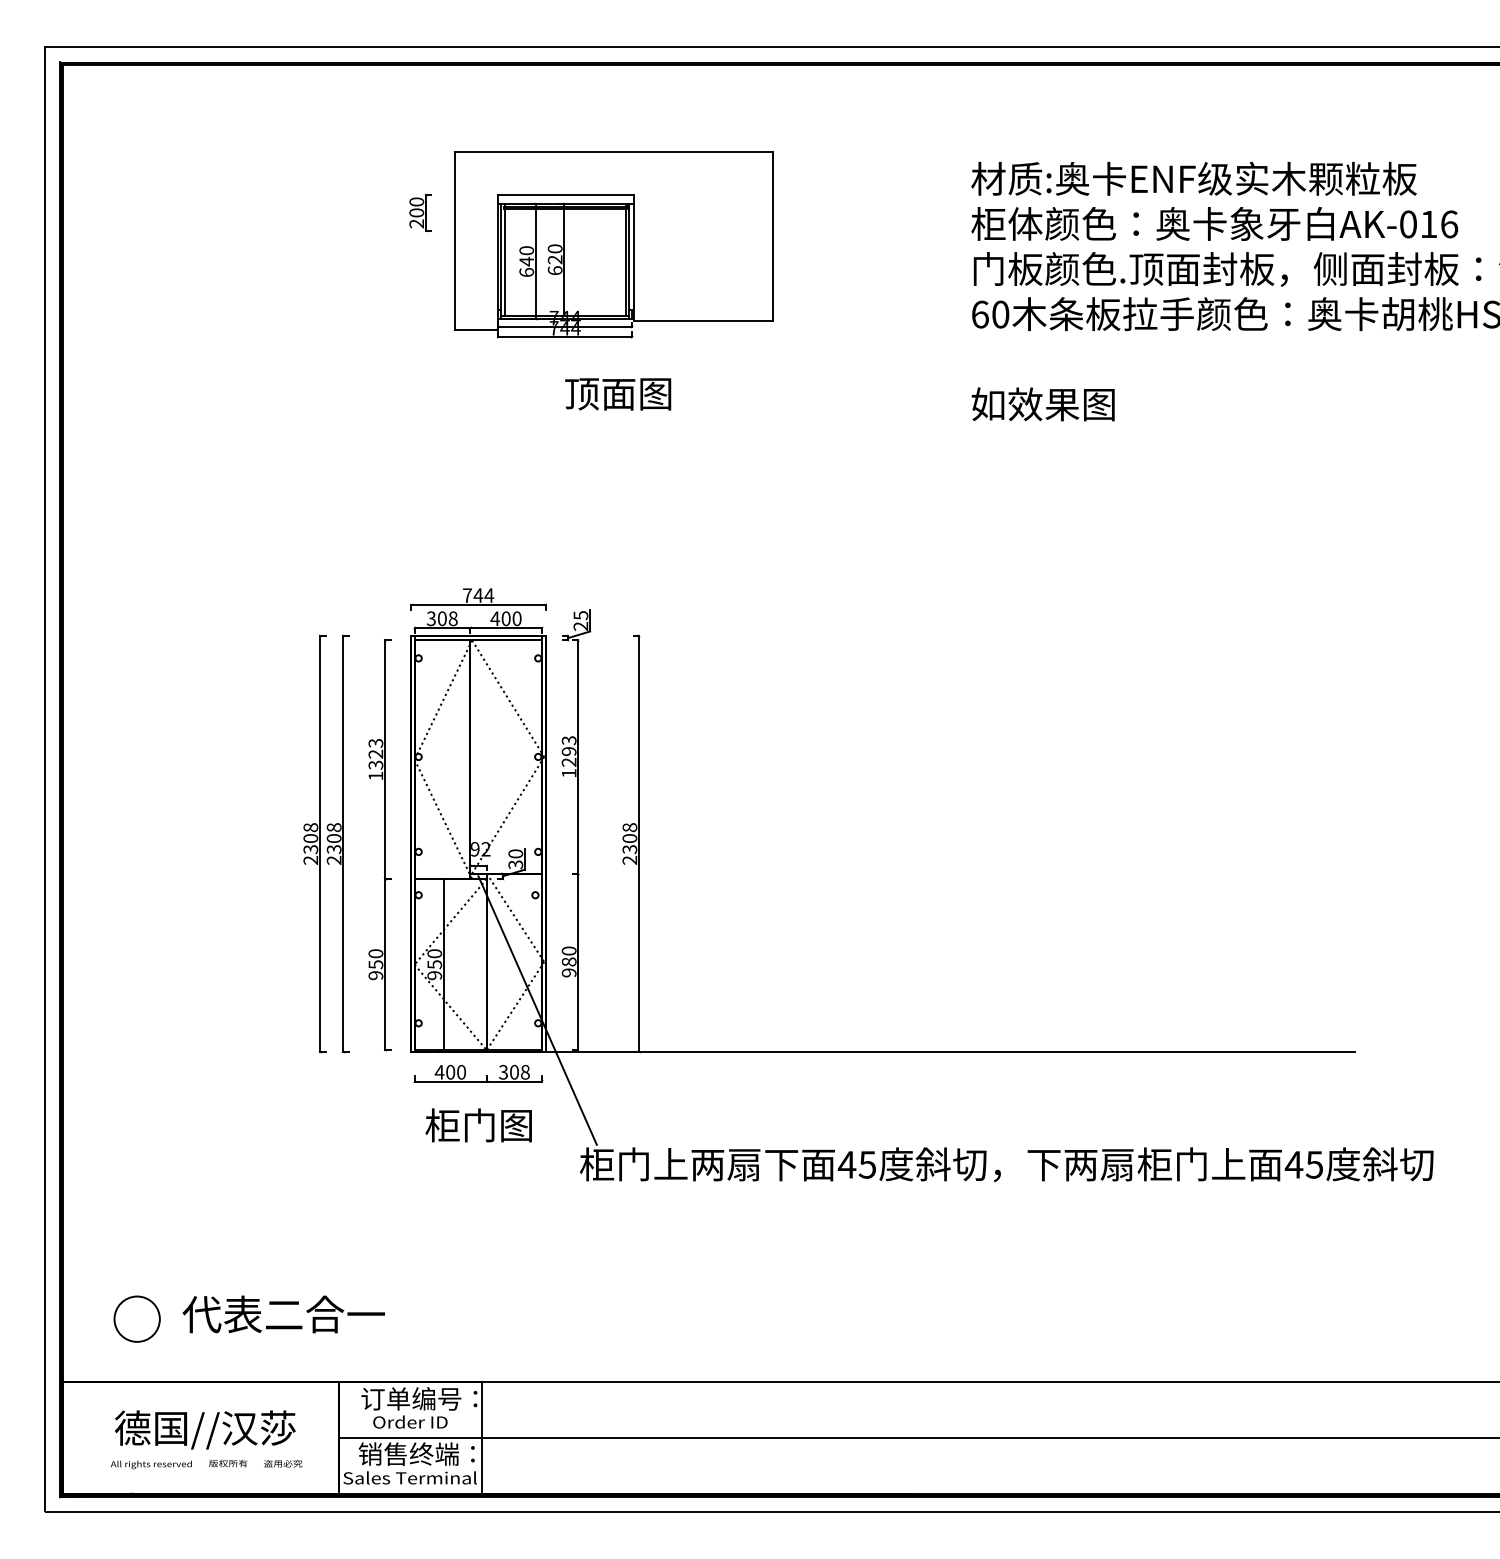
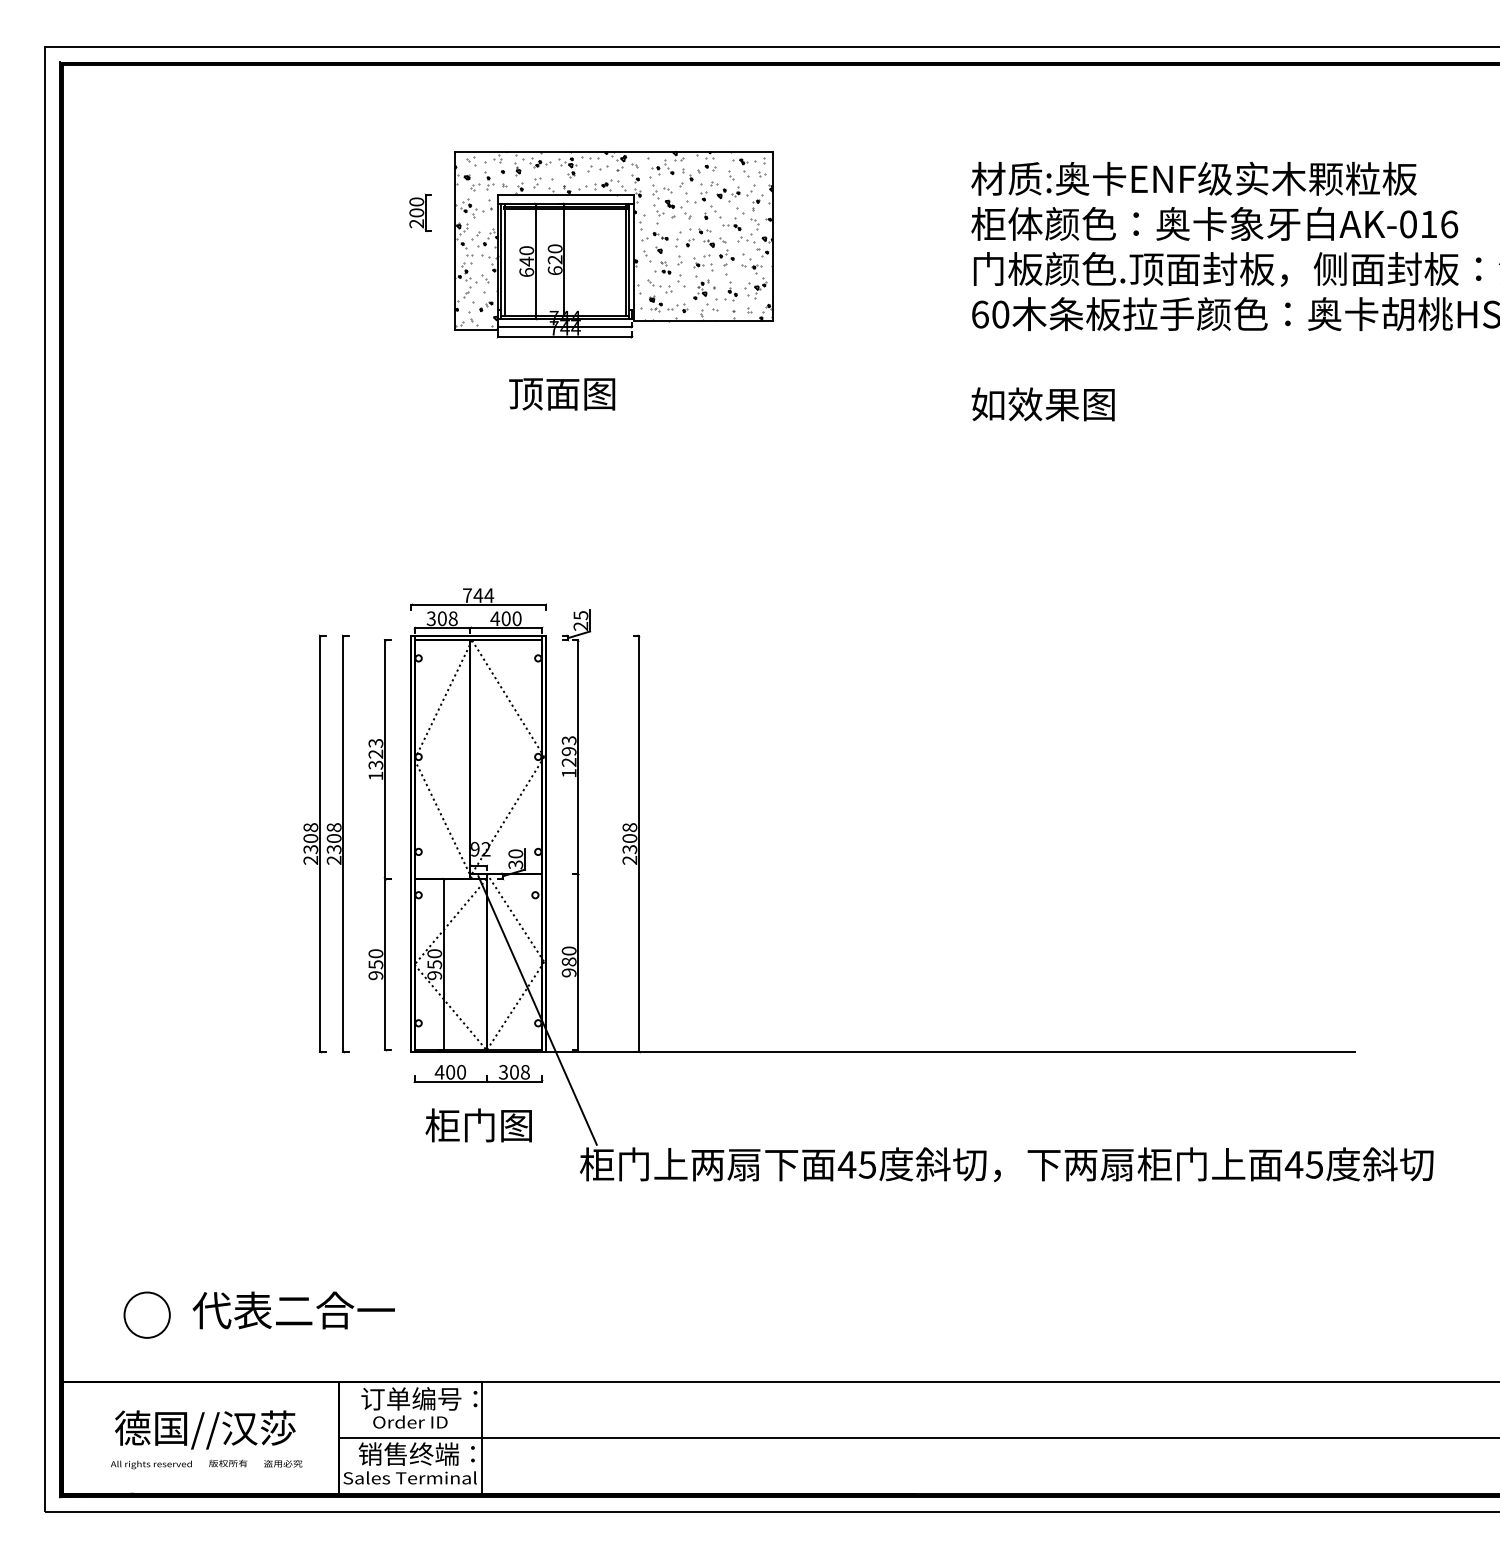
hatch at (613, 238): none -> present
text at (618, 394) position: (618, 394) -> (562, 394)
part at (248, 1318) position: (248, 1318) -> (258, 1314)
